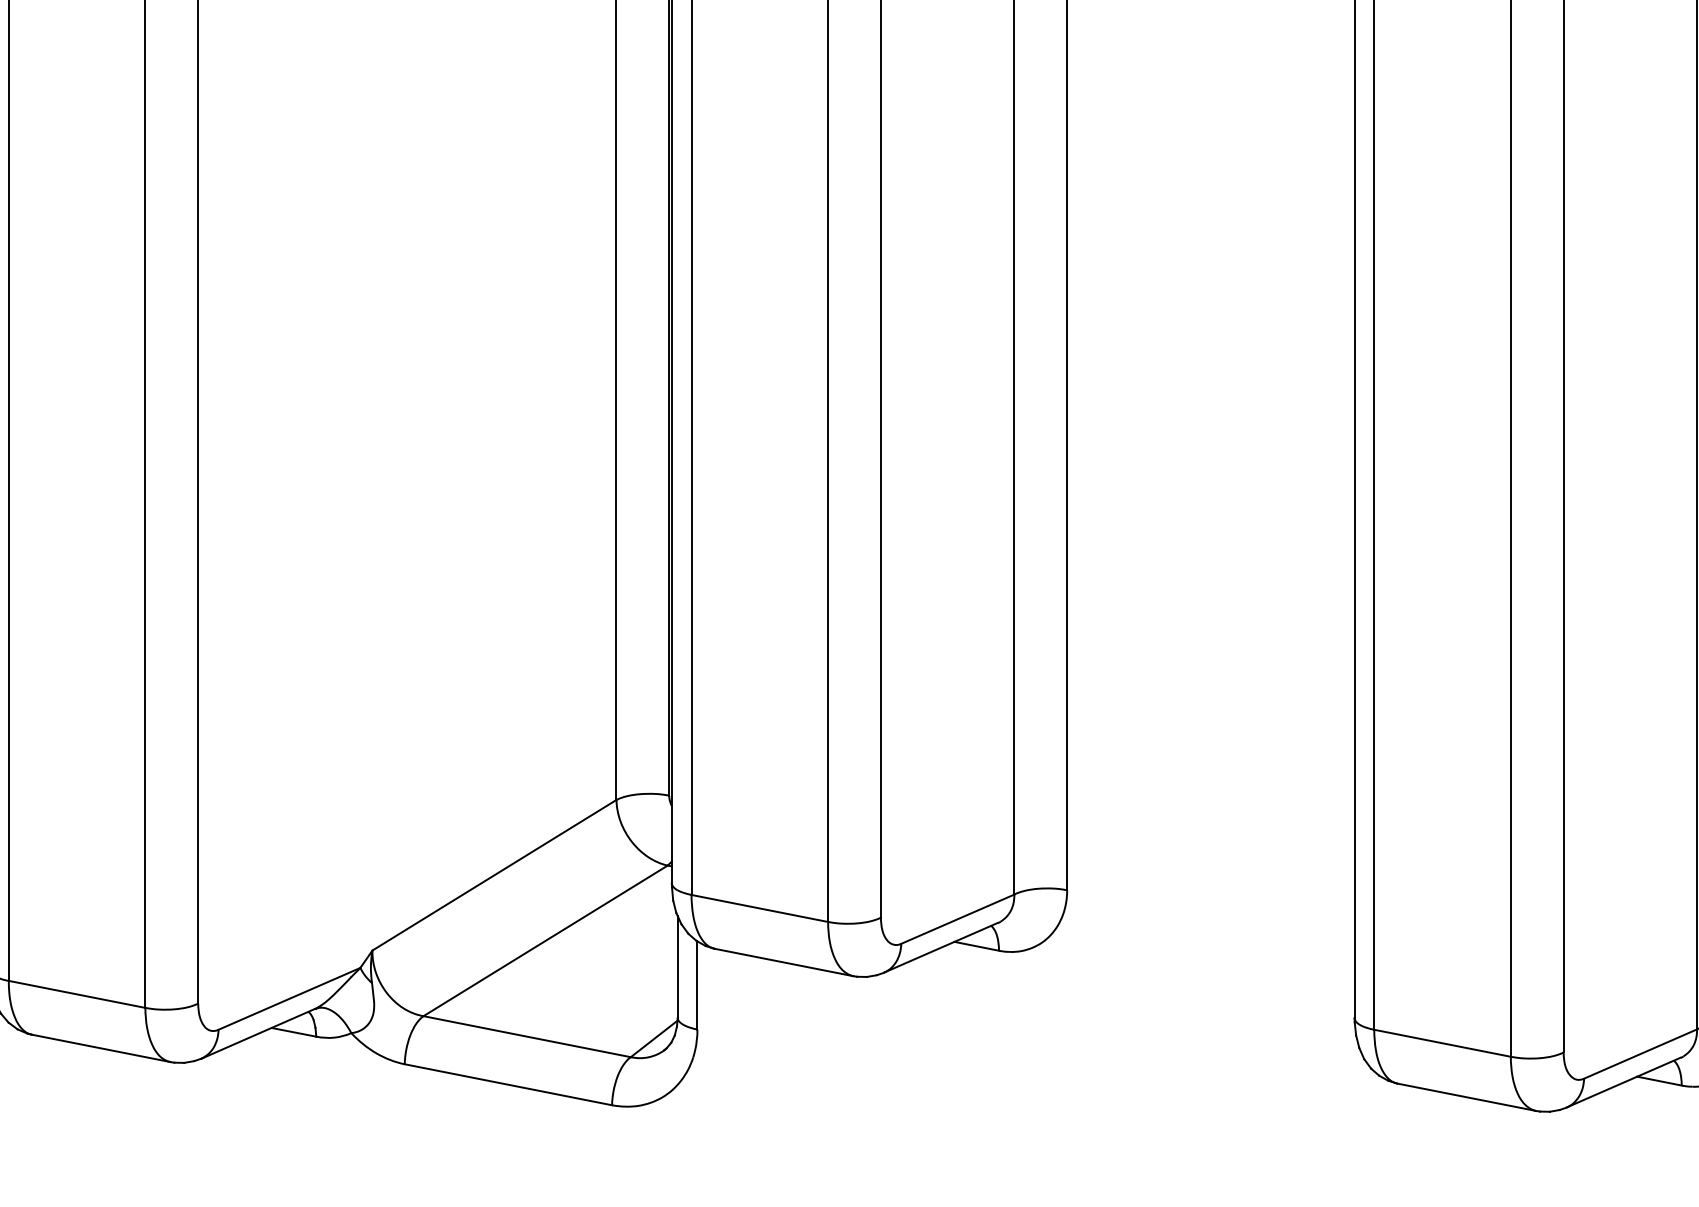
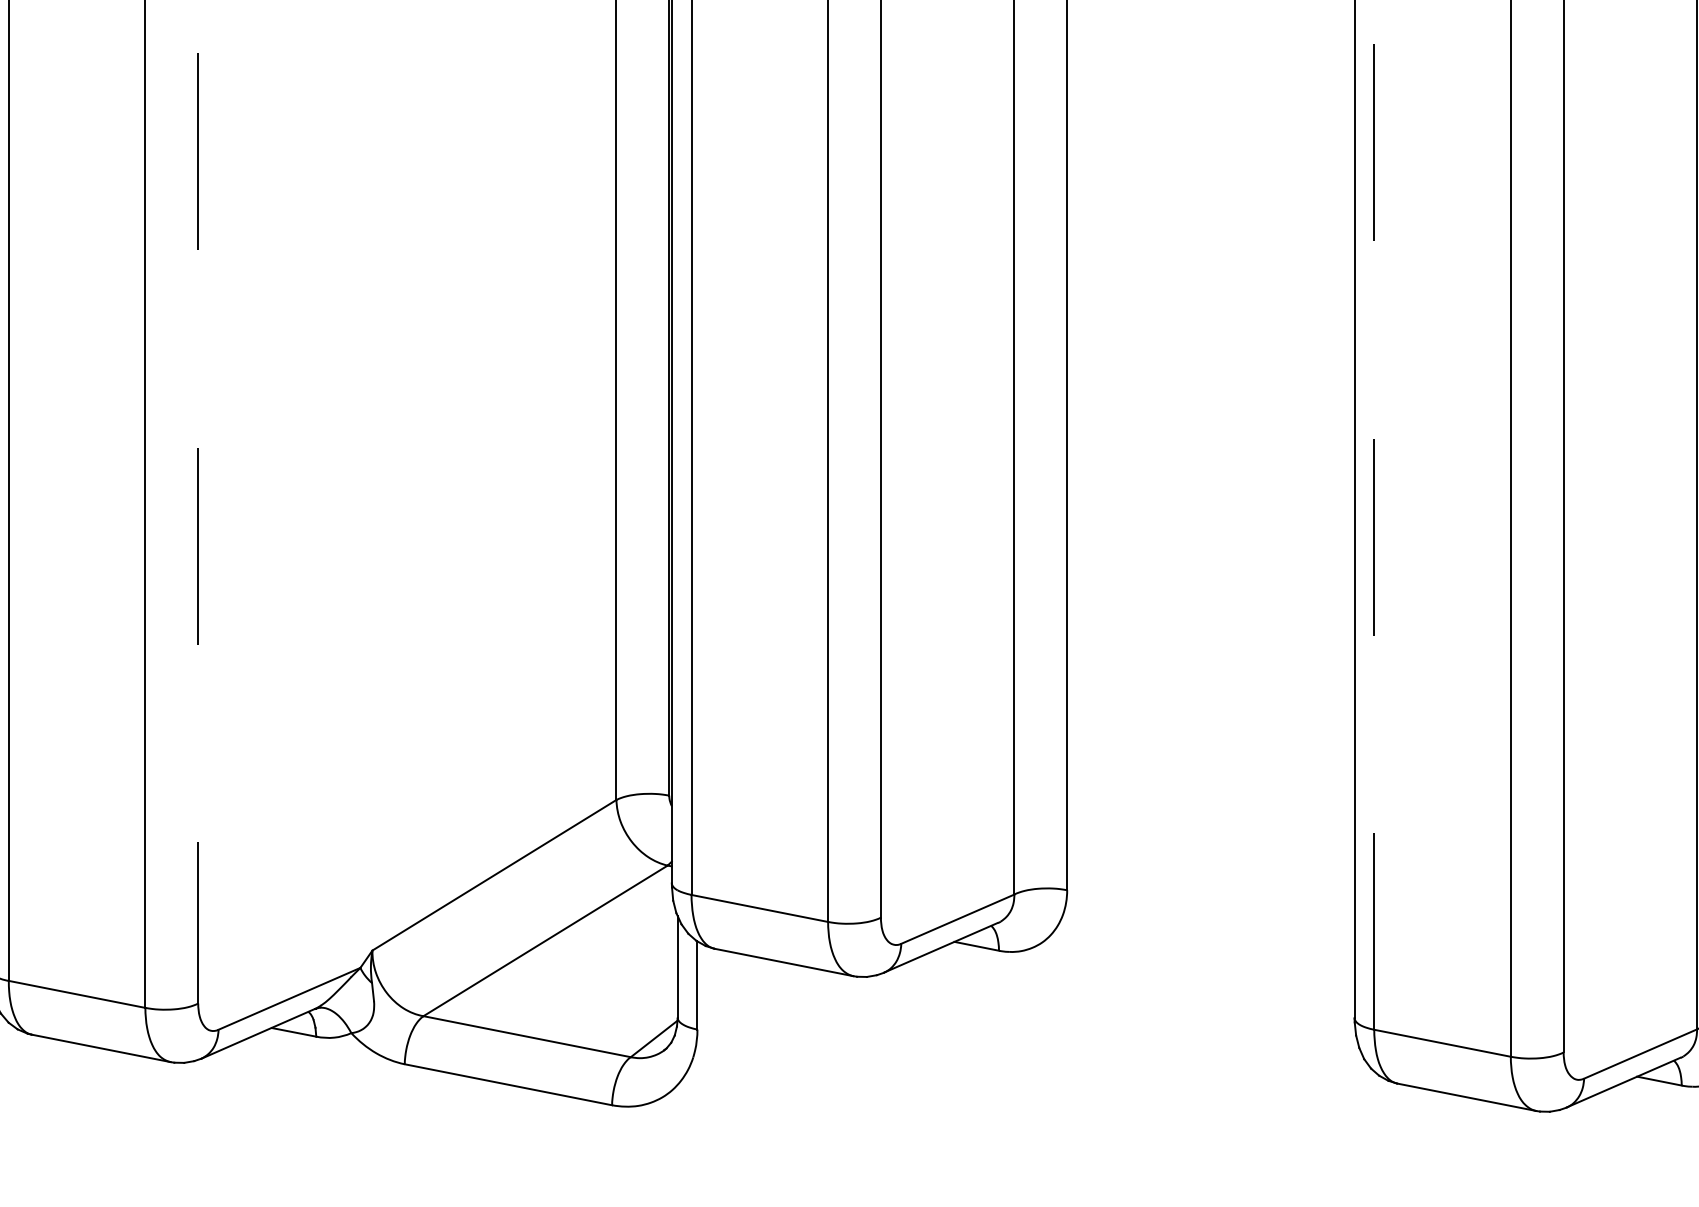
line at (198, 502): solid -> dashed
line at (1374, 514): solid -> dashed
